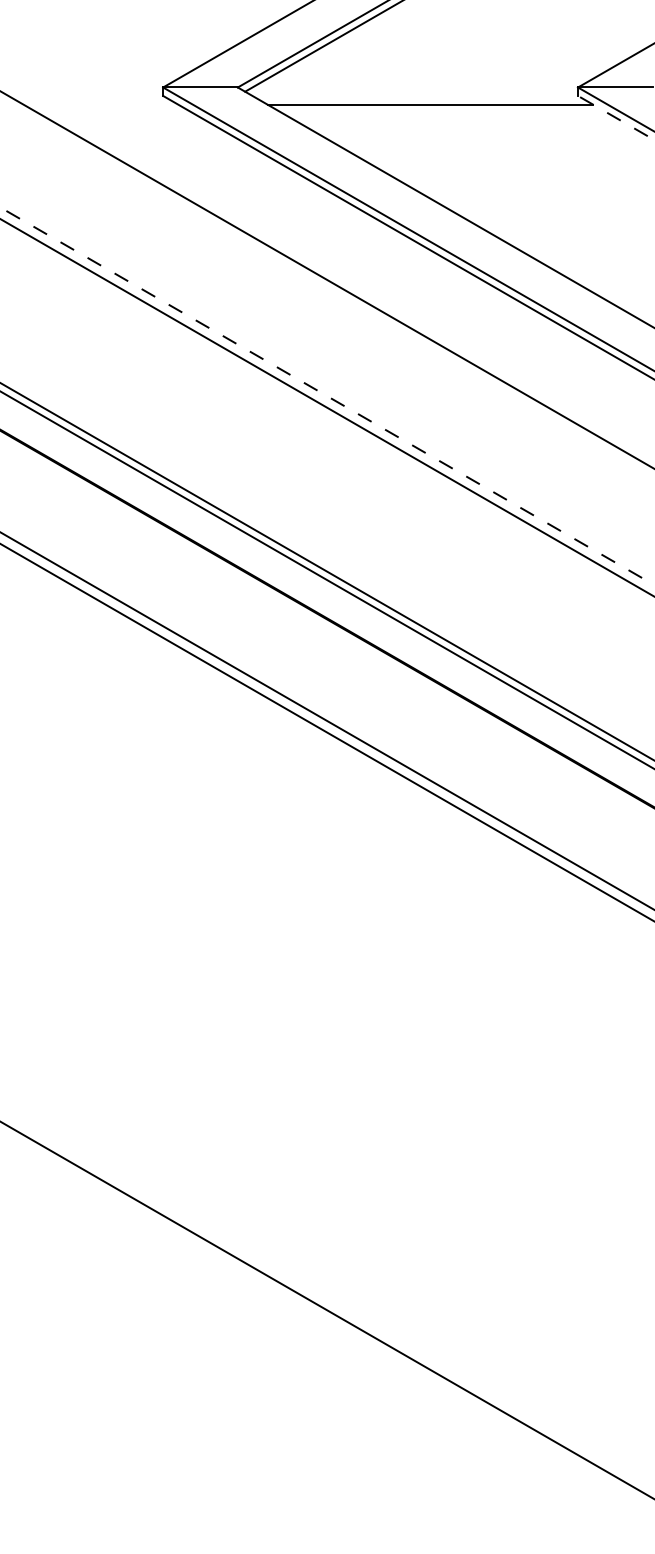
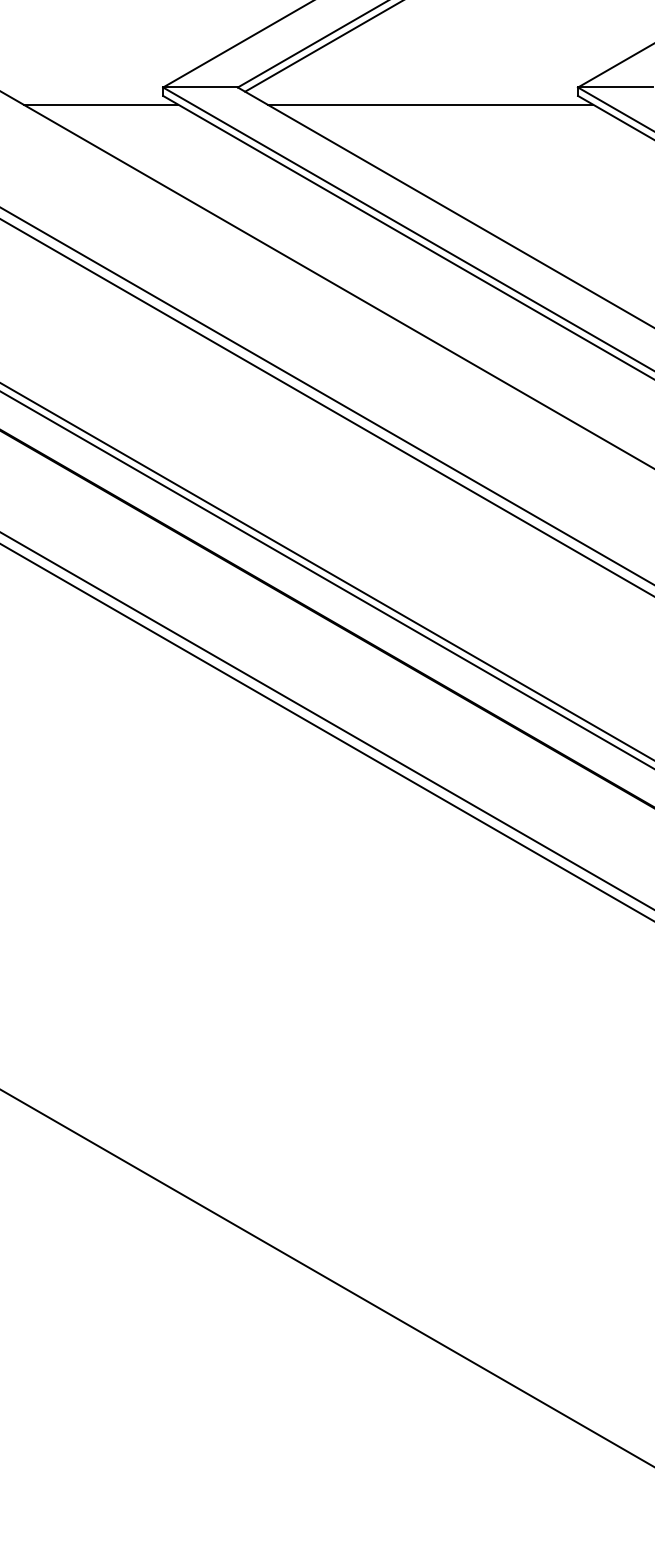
line at (100, 104): none -> present
line at (616, 117): dashed -> solid
line at (327, 396): dashed -> solid
line at (326, 1310) position: (326, 1310) -> (326, 1277)
